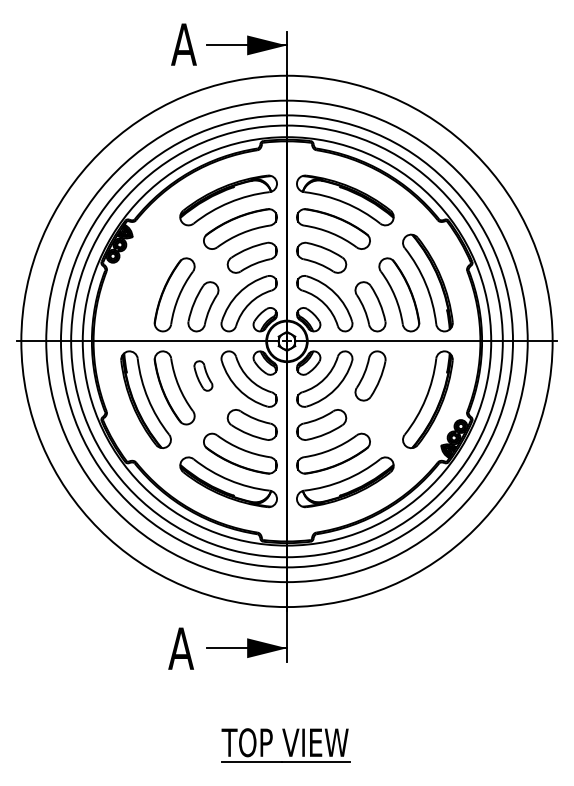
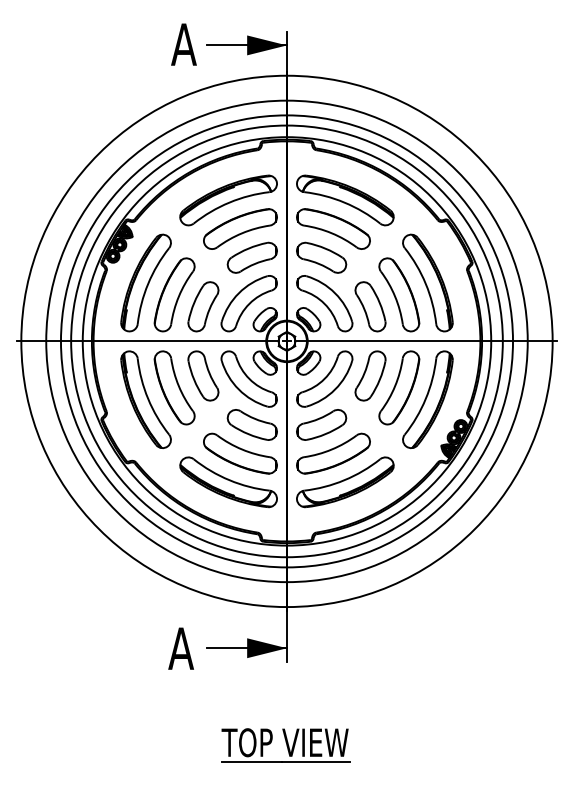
part at (145, 282): none -> present
part at (203, 375) size: 21x32 px -> 33x52 px
part at (399, 387): none -> present
